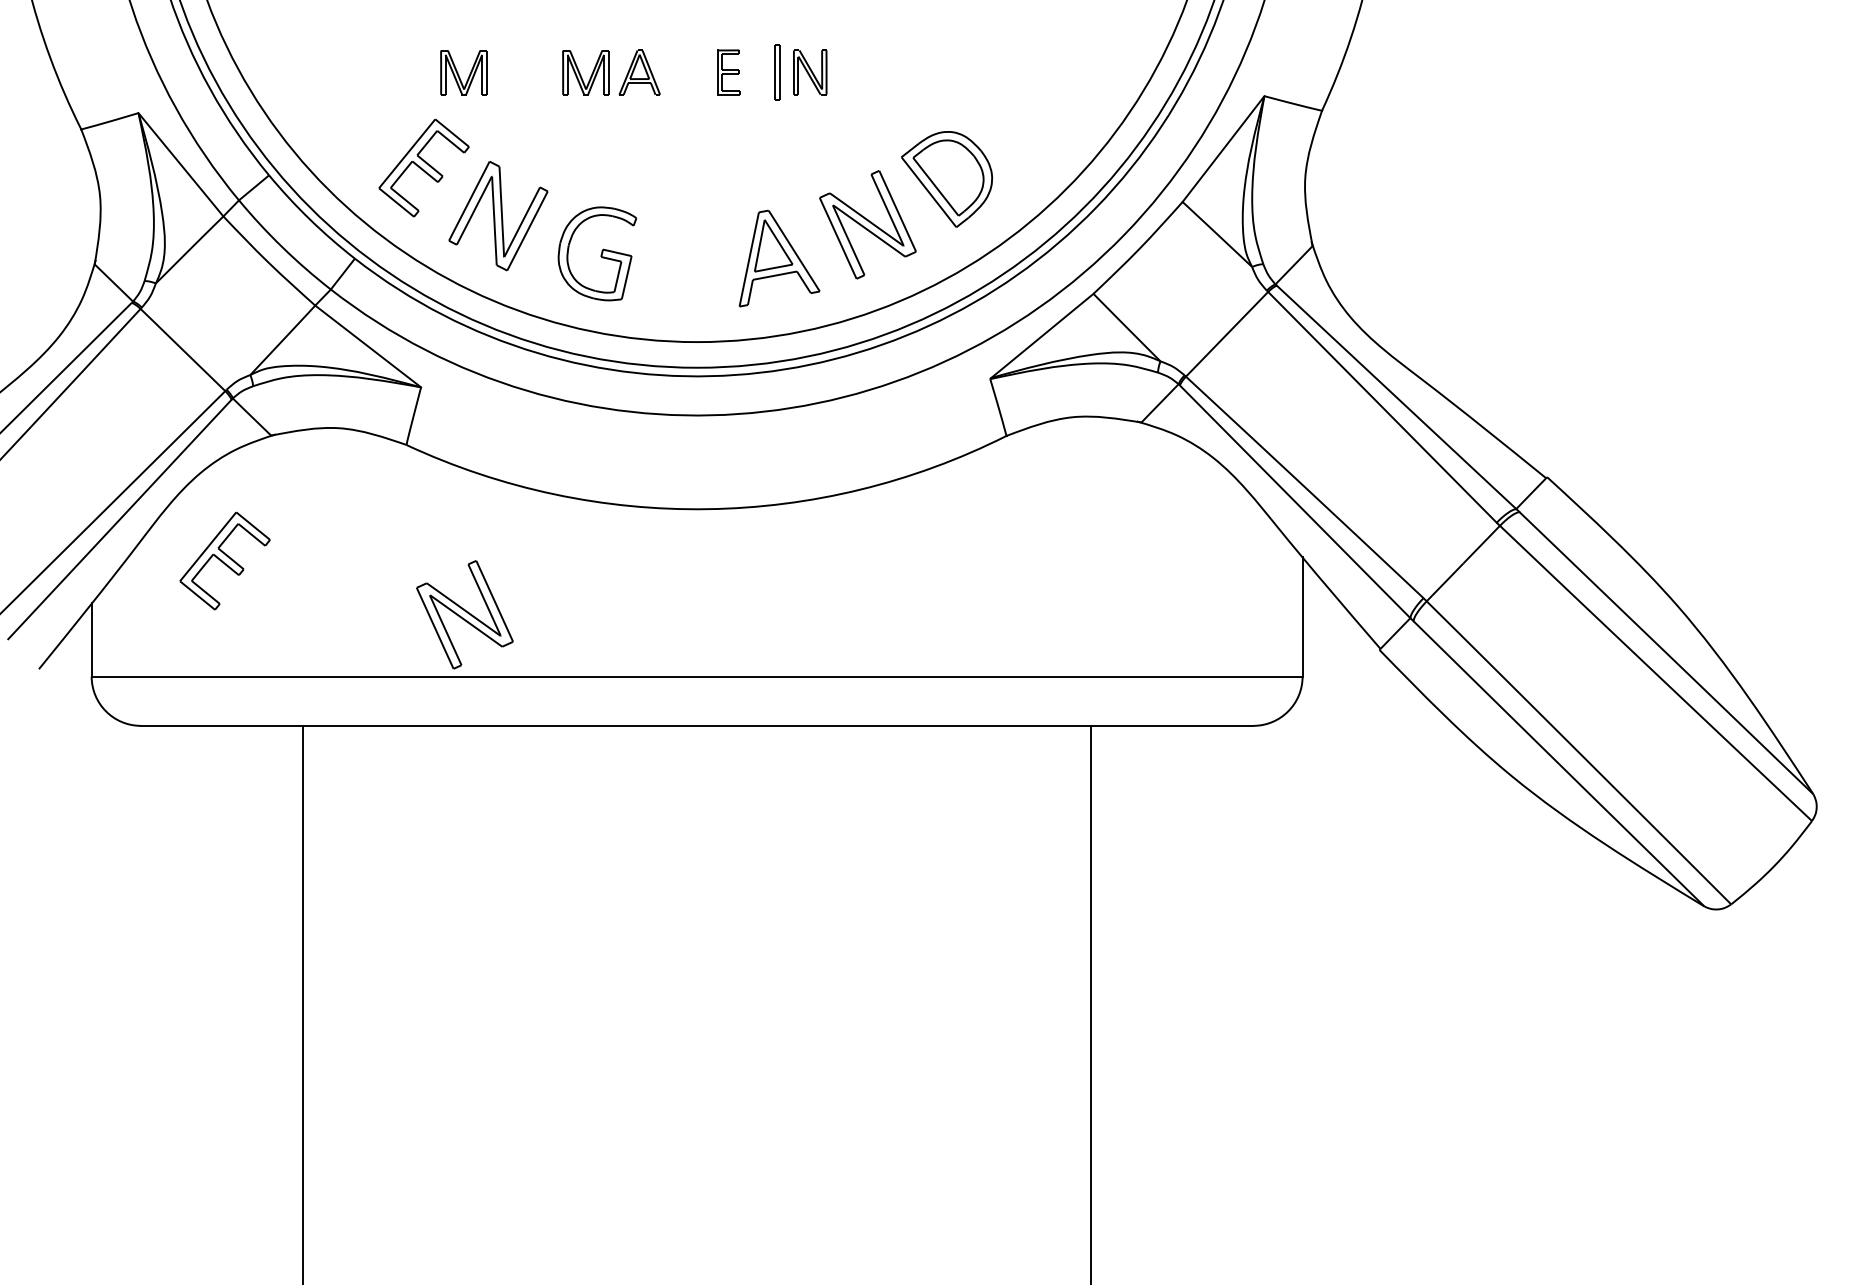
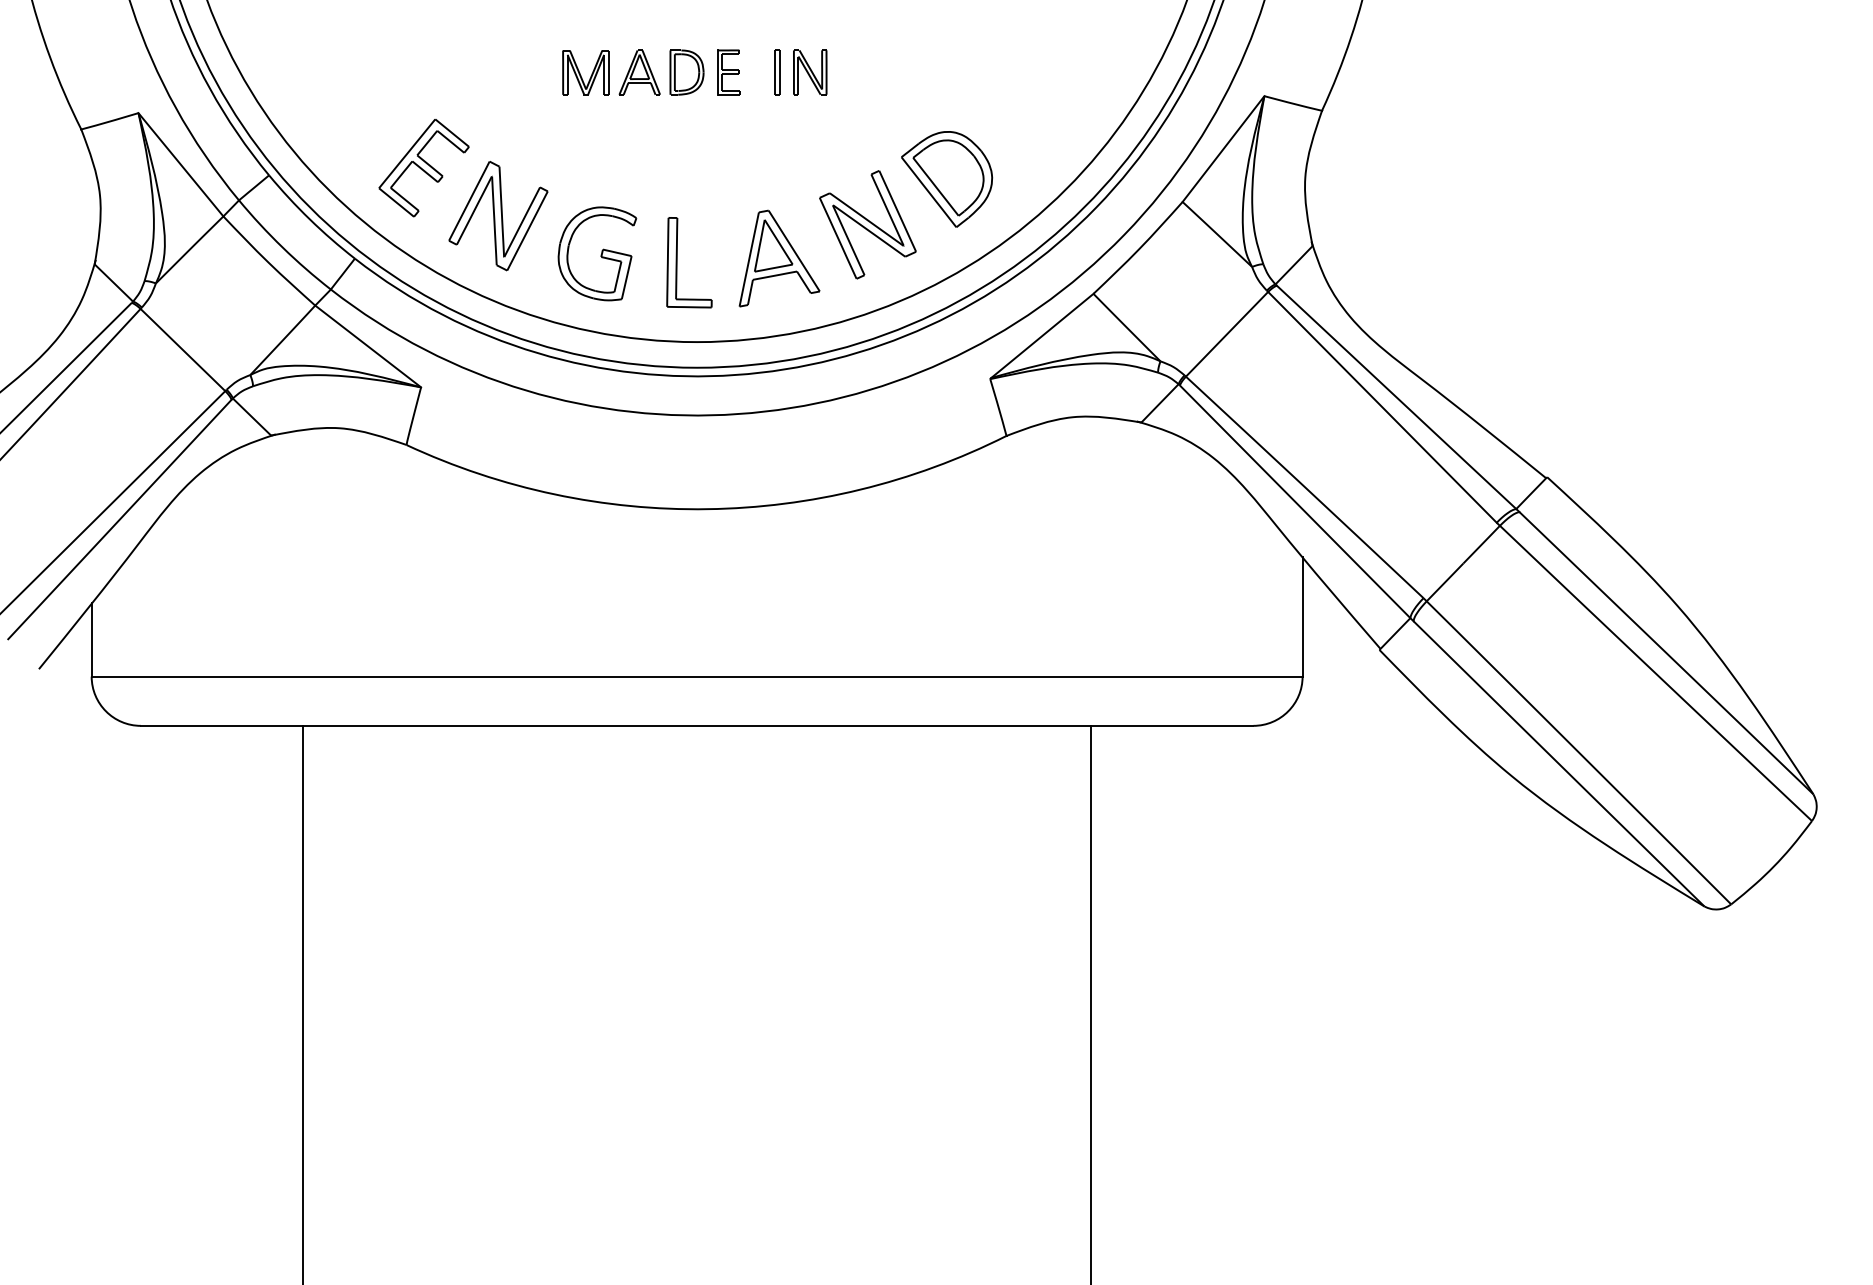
part at (463, 72): present -> none
part at (686, 72): none -> present
part at (777, 72) size: 7x57 px -> 7x47 px
part at (677, 262): none -> present
part at (224, 561): present -> none
part at (464, 614): present -> none
